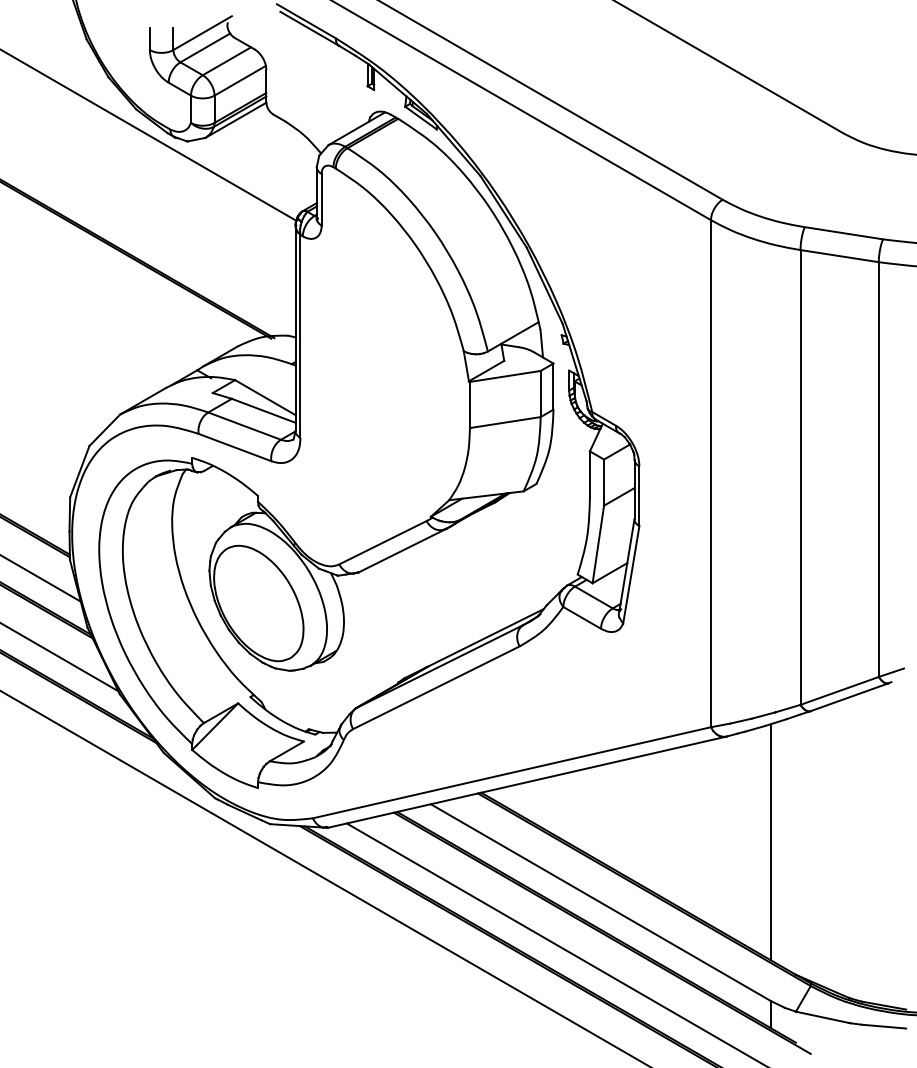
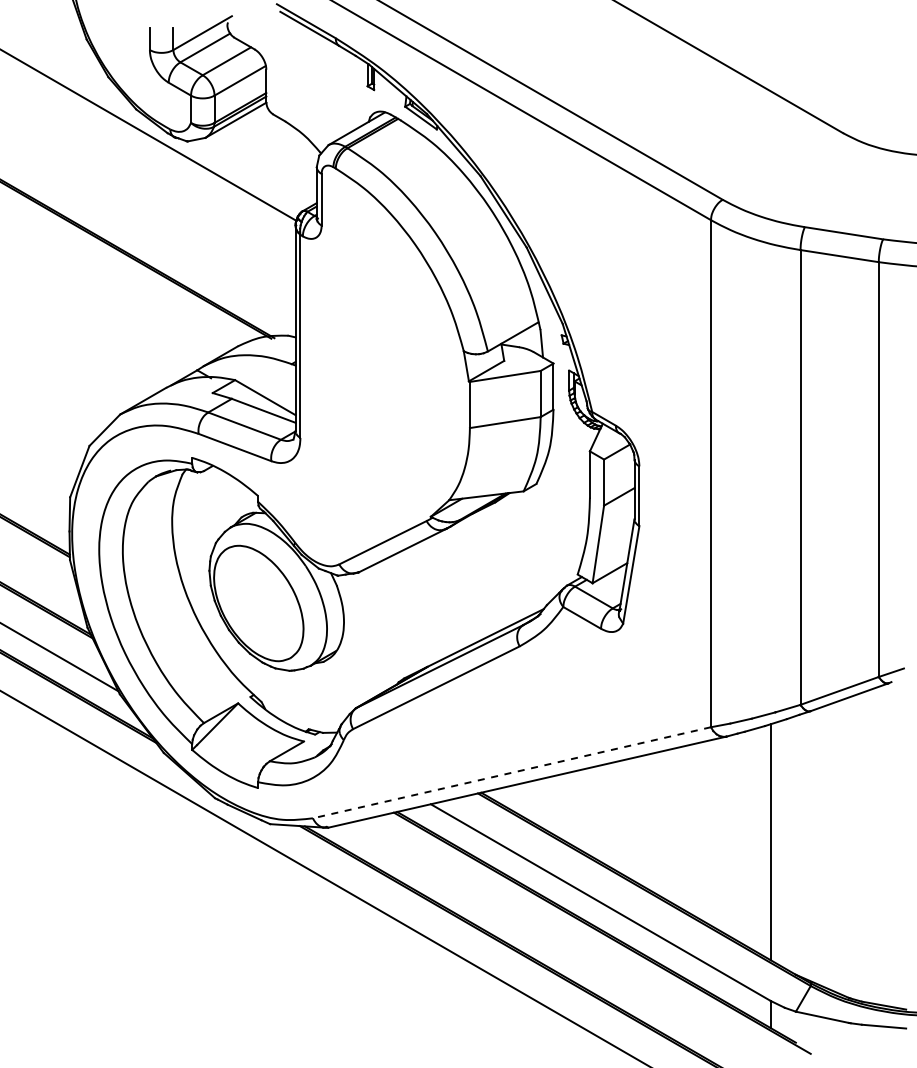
line at (41, 578): present -> none
line at (511, 772): solid -> dashed
line at (554, 943): present -> none
